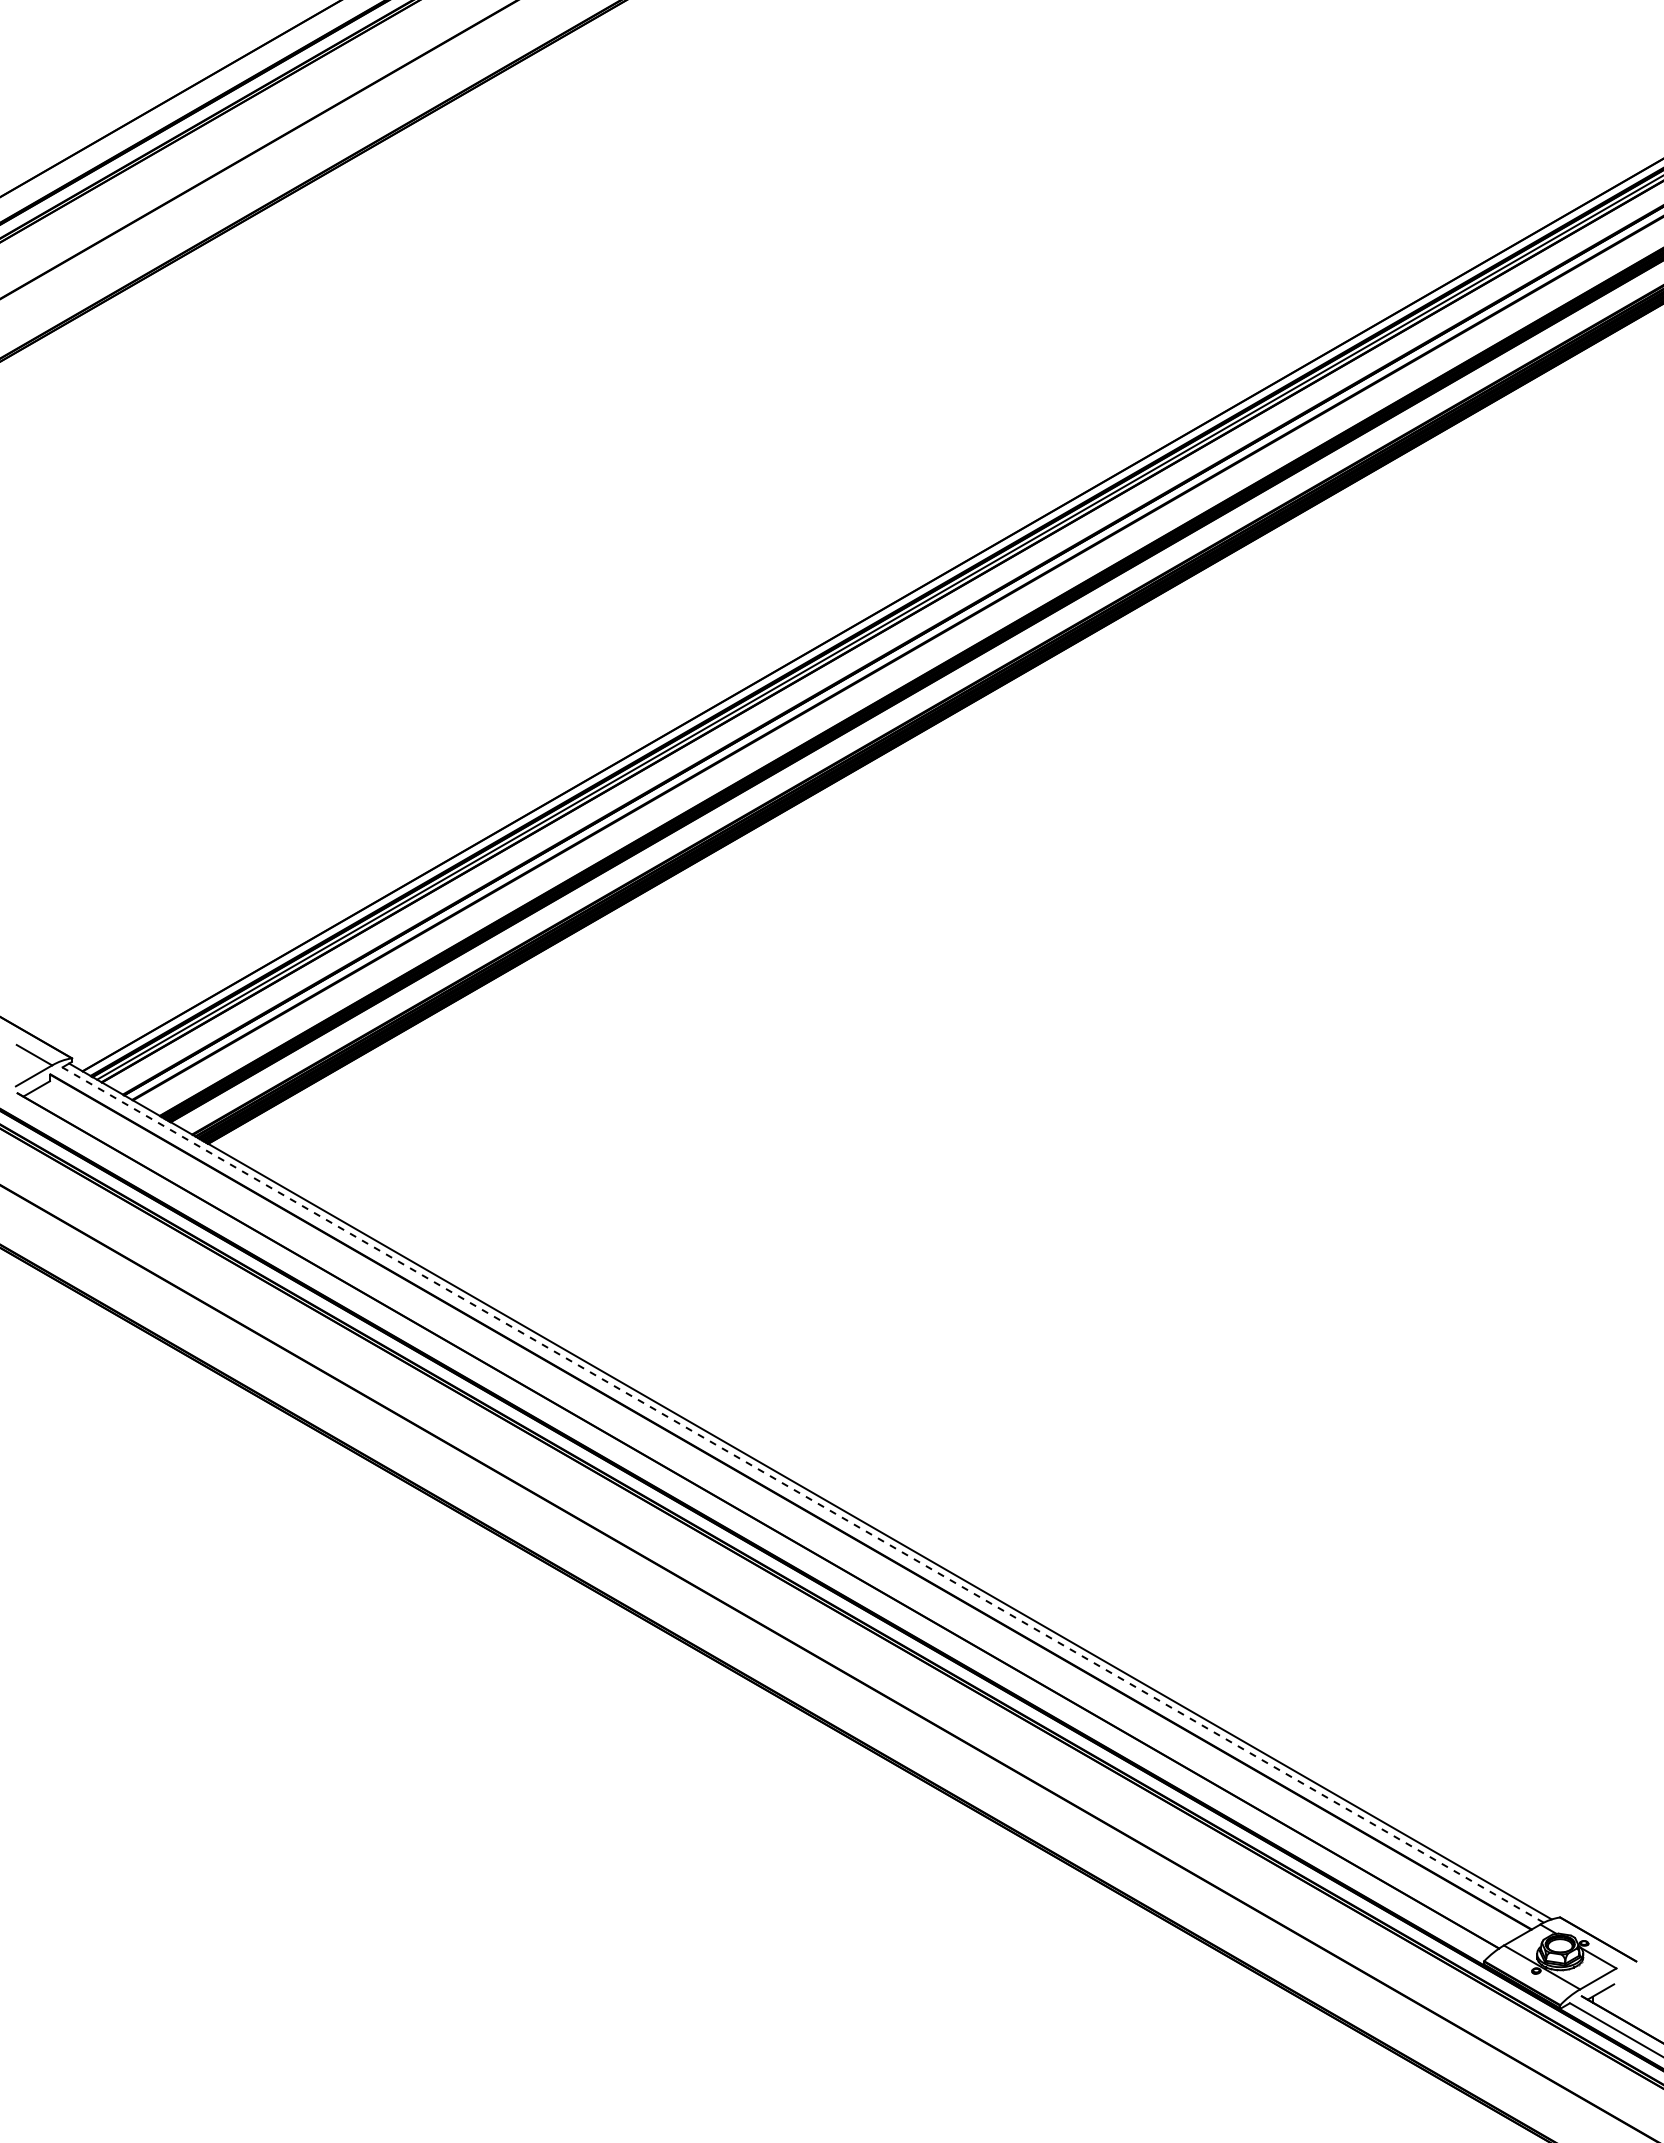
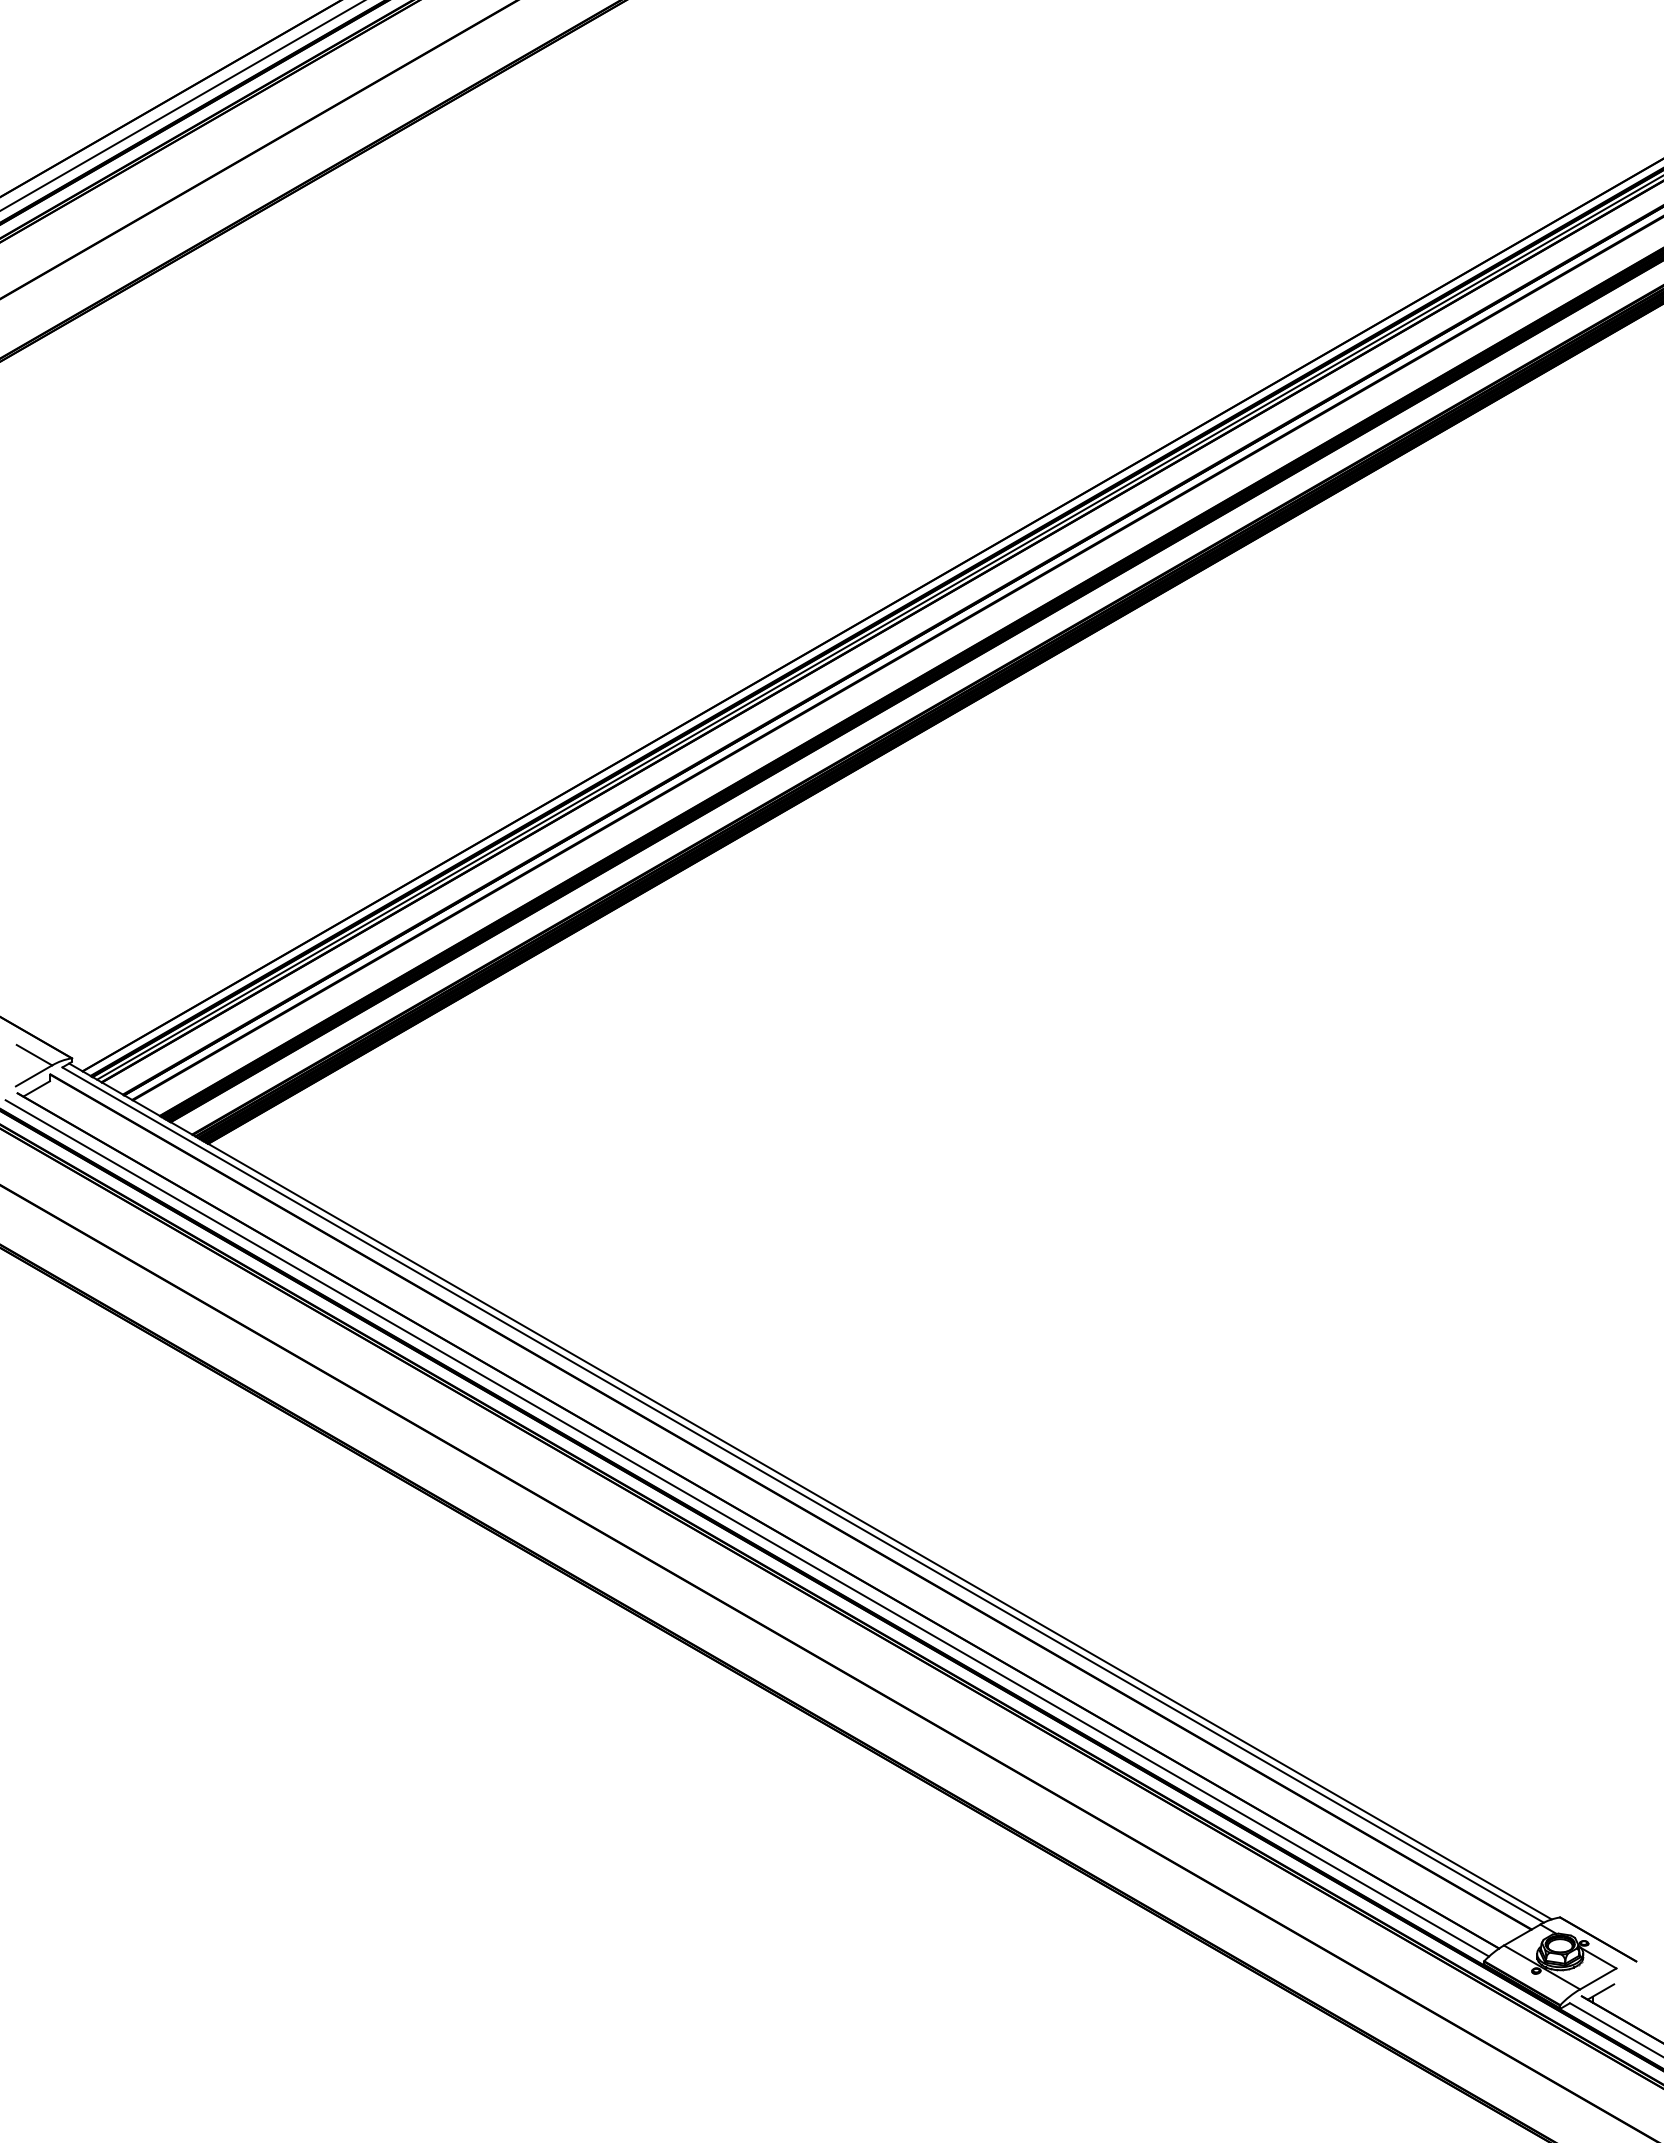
line at (181, 105): none -> present
line at (802, 1494): dashed -> solid
line at (747, 1528): none -> present
